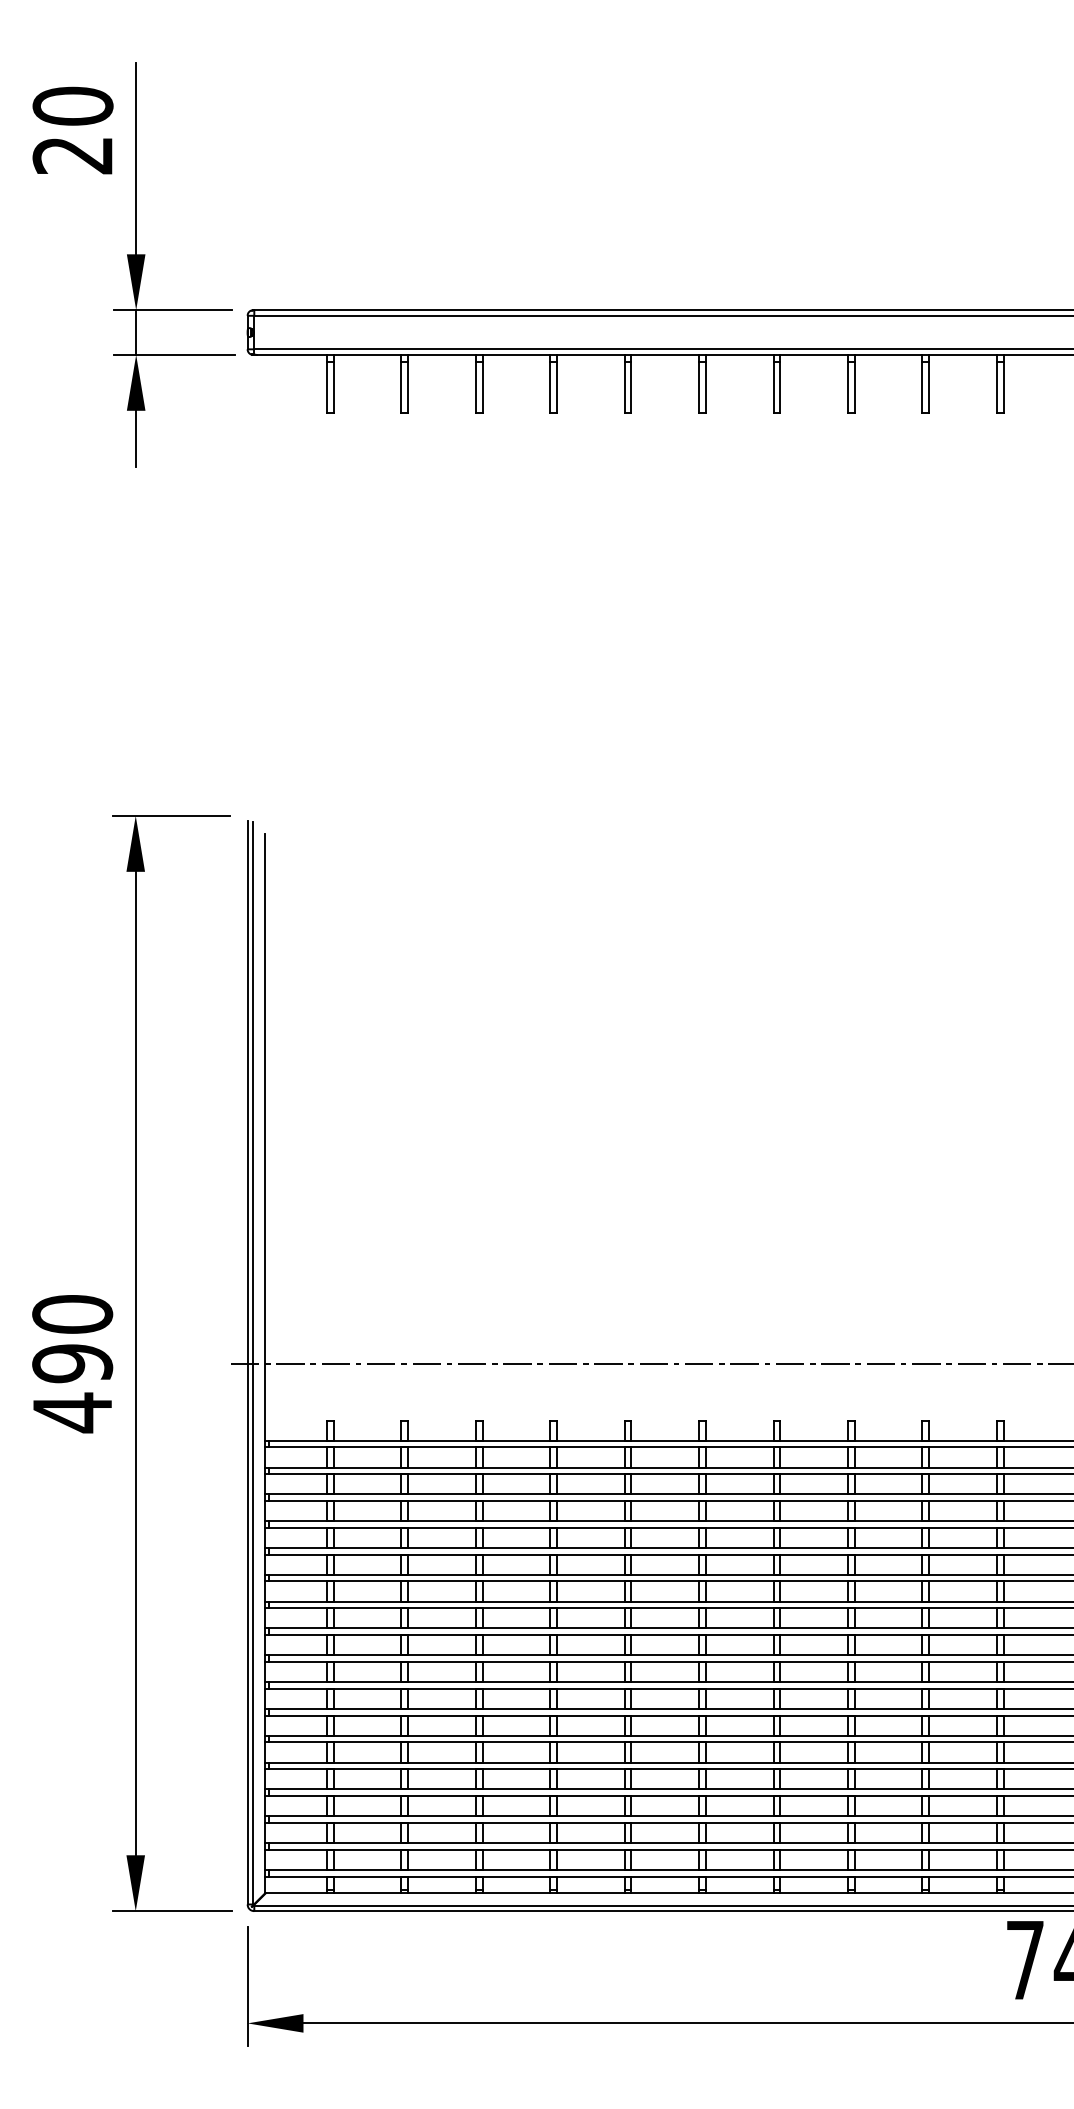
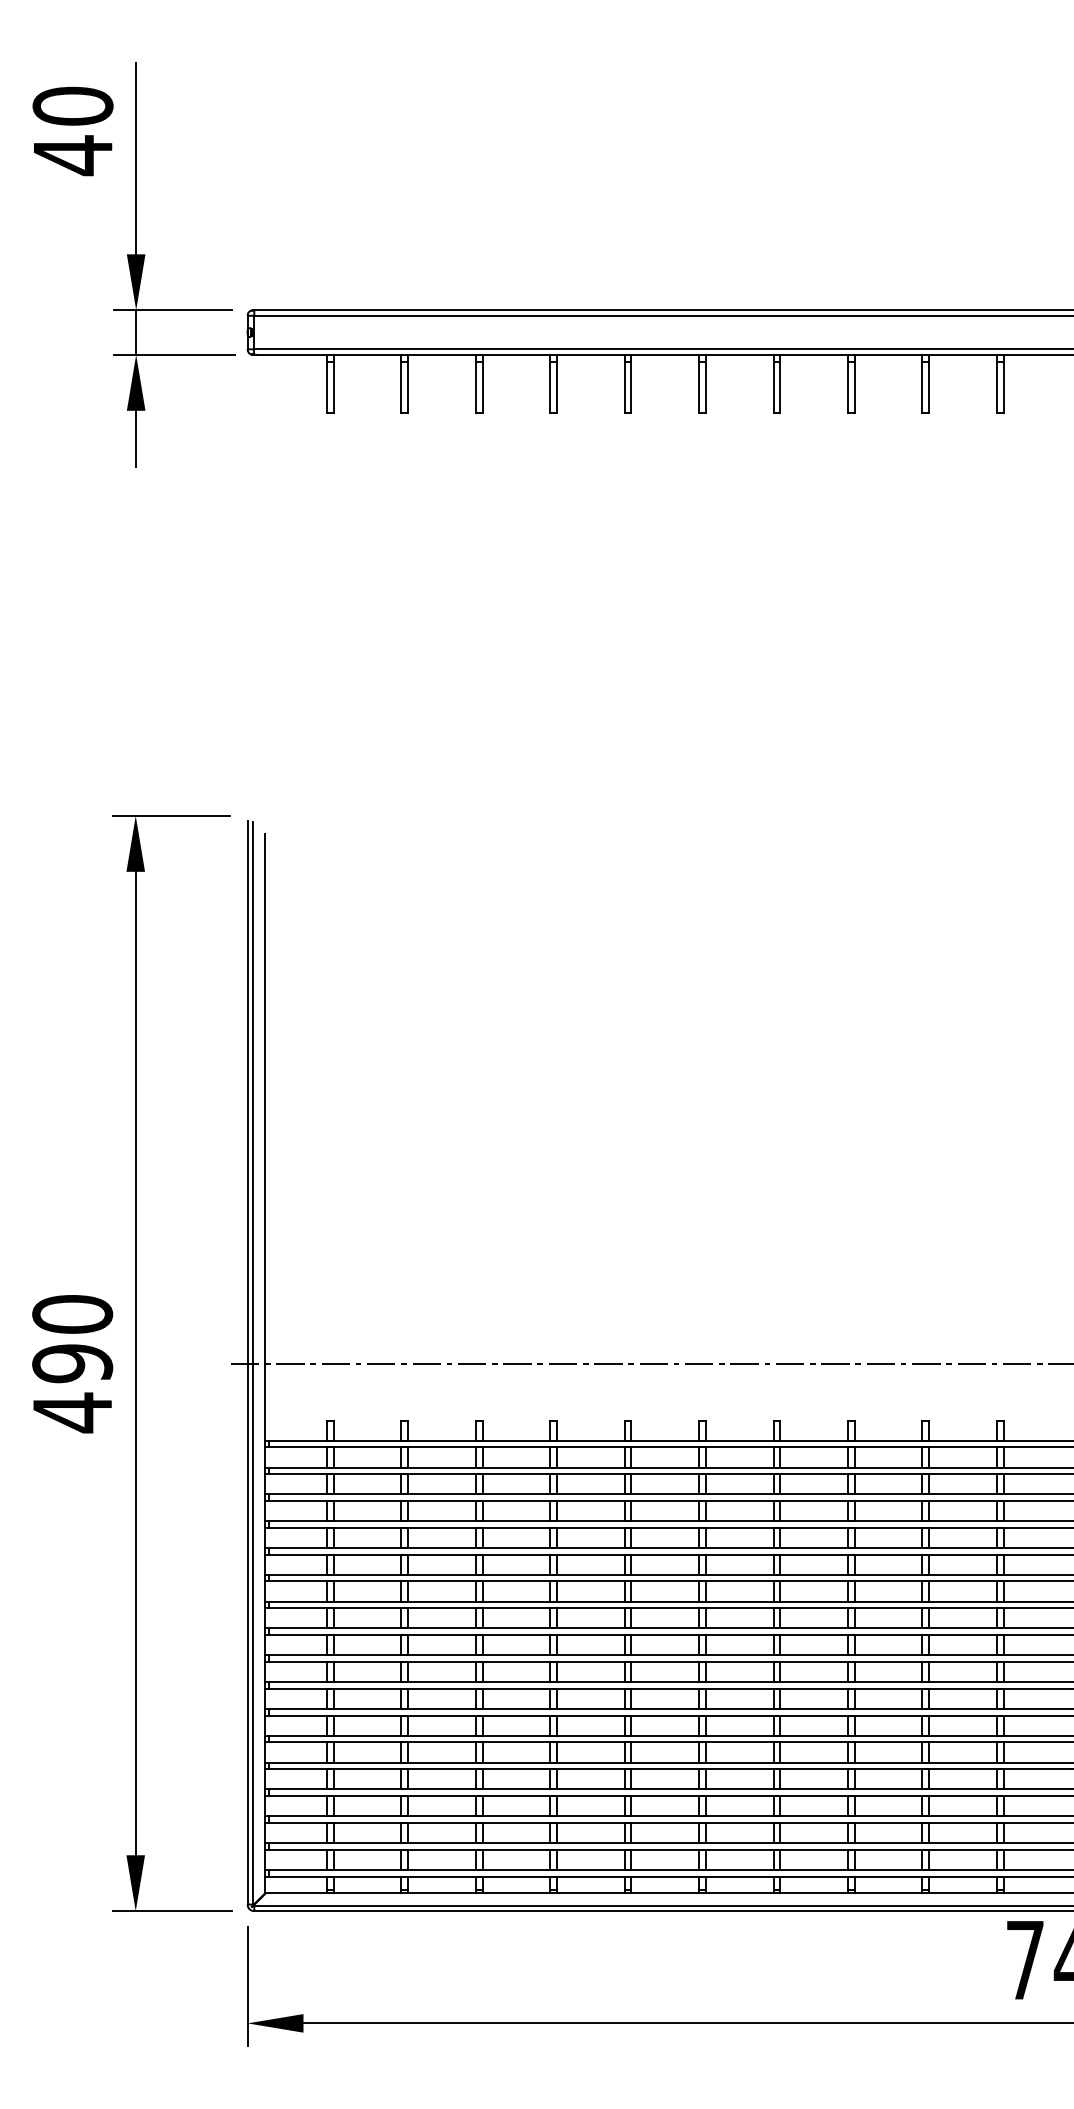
text at (72, 155): 20 -> 40
